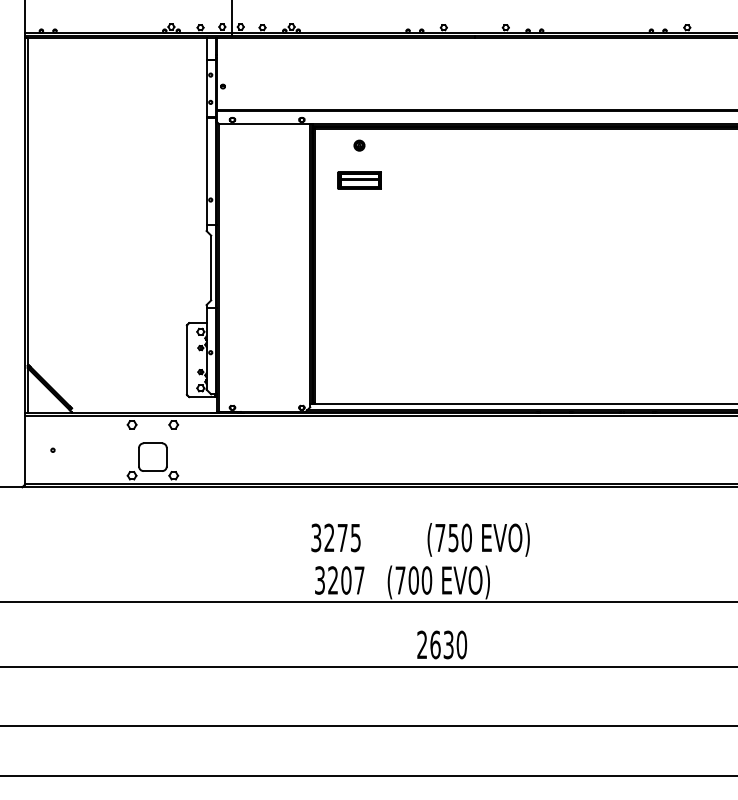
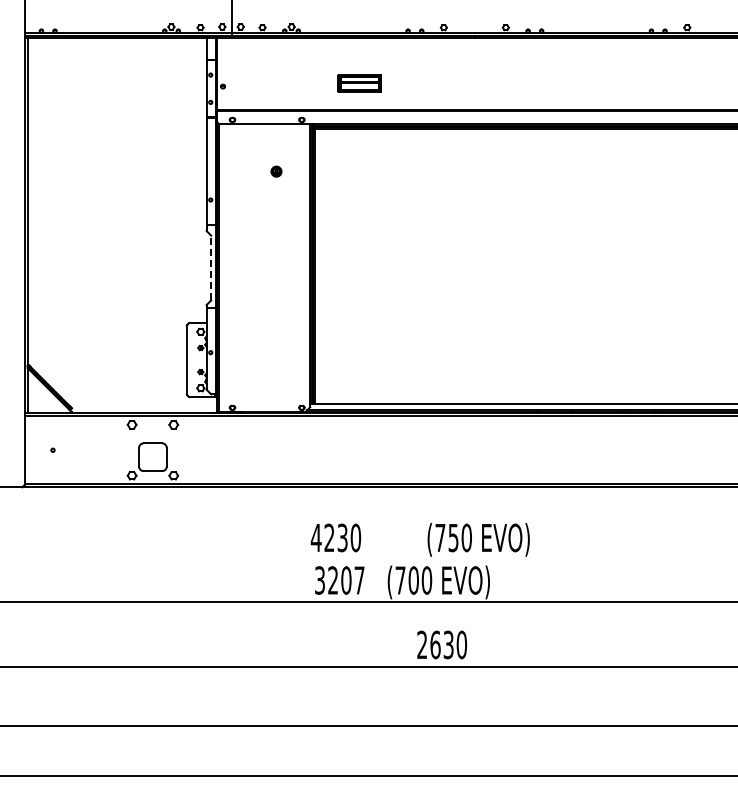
part at (359, 145) position: (359, 145) -> (276, 171)
part at (359, 180) position: (359, 180) -> (359, 83)
line at (211, 267): solid -> dashed
text at (335, 537): 3275 -> 4230
